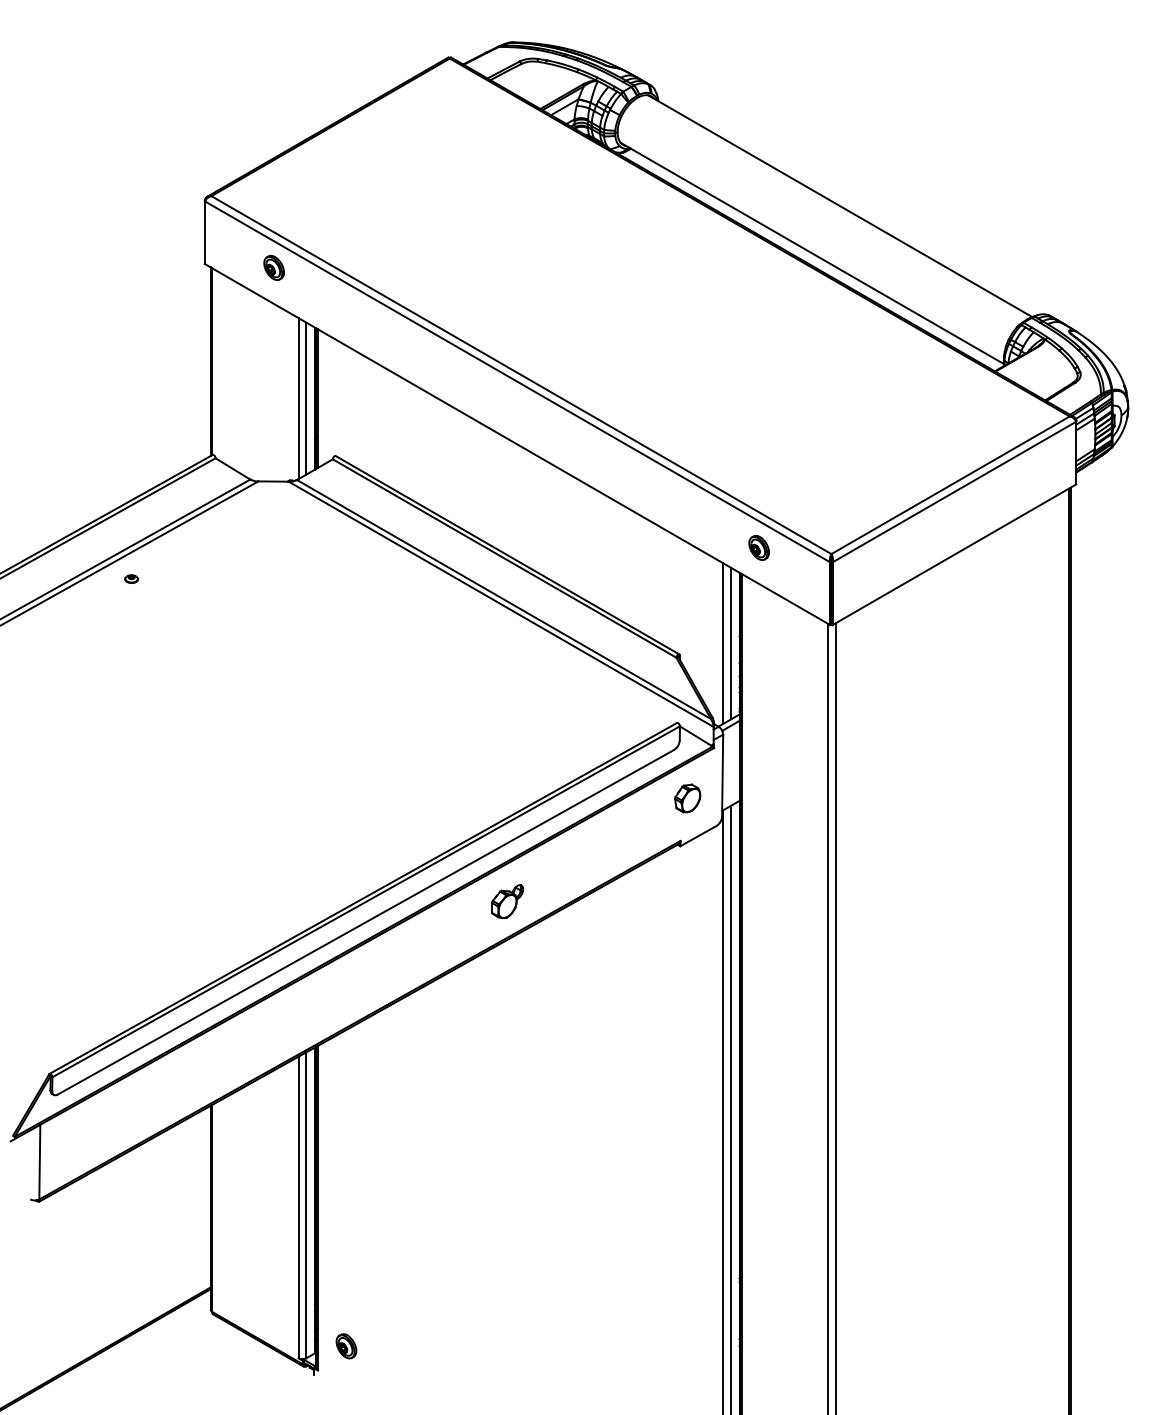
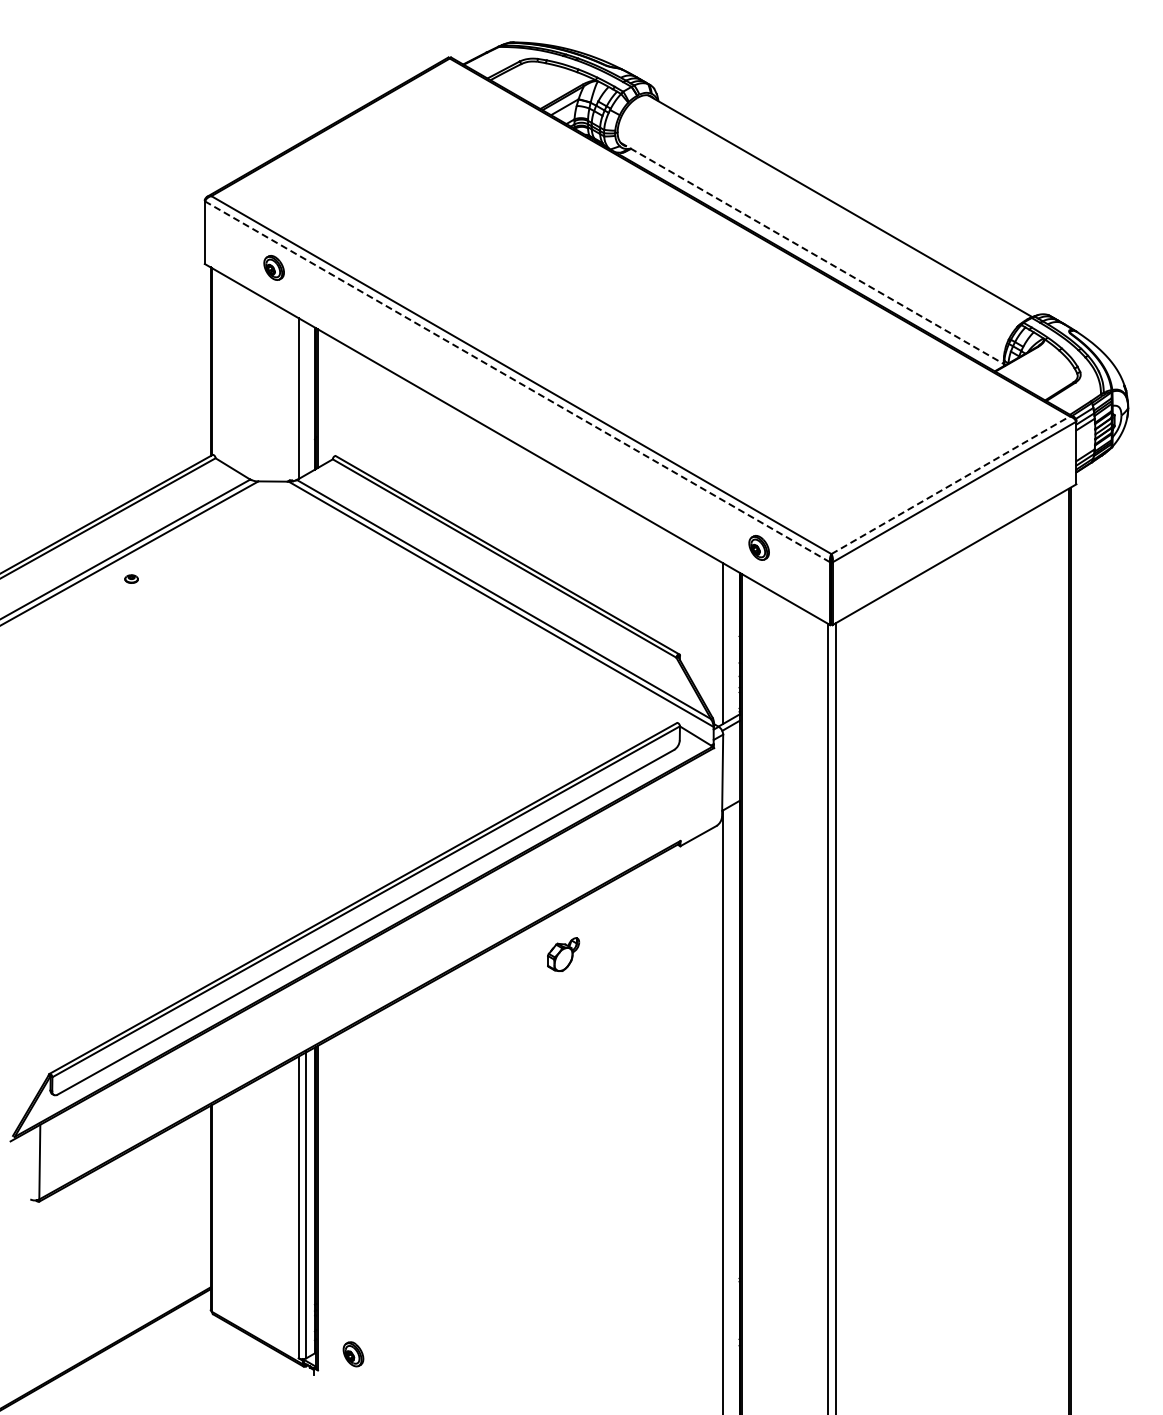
line at (812, 253): solid -> dashed
line at (518, 382): solid -> dashed
line at (306, 398): present -> none
line at (950, 485): solid -> dashed
line at (730, 643): present -> none
part at (687, 798): present -> none
part at (507, 901) position: (507, 901) -> (563, 954)
line at (730, 1108): present -> none
part at (346, 1346) position: (346, 1346) -> (353, 1354)
